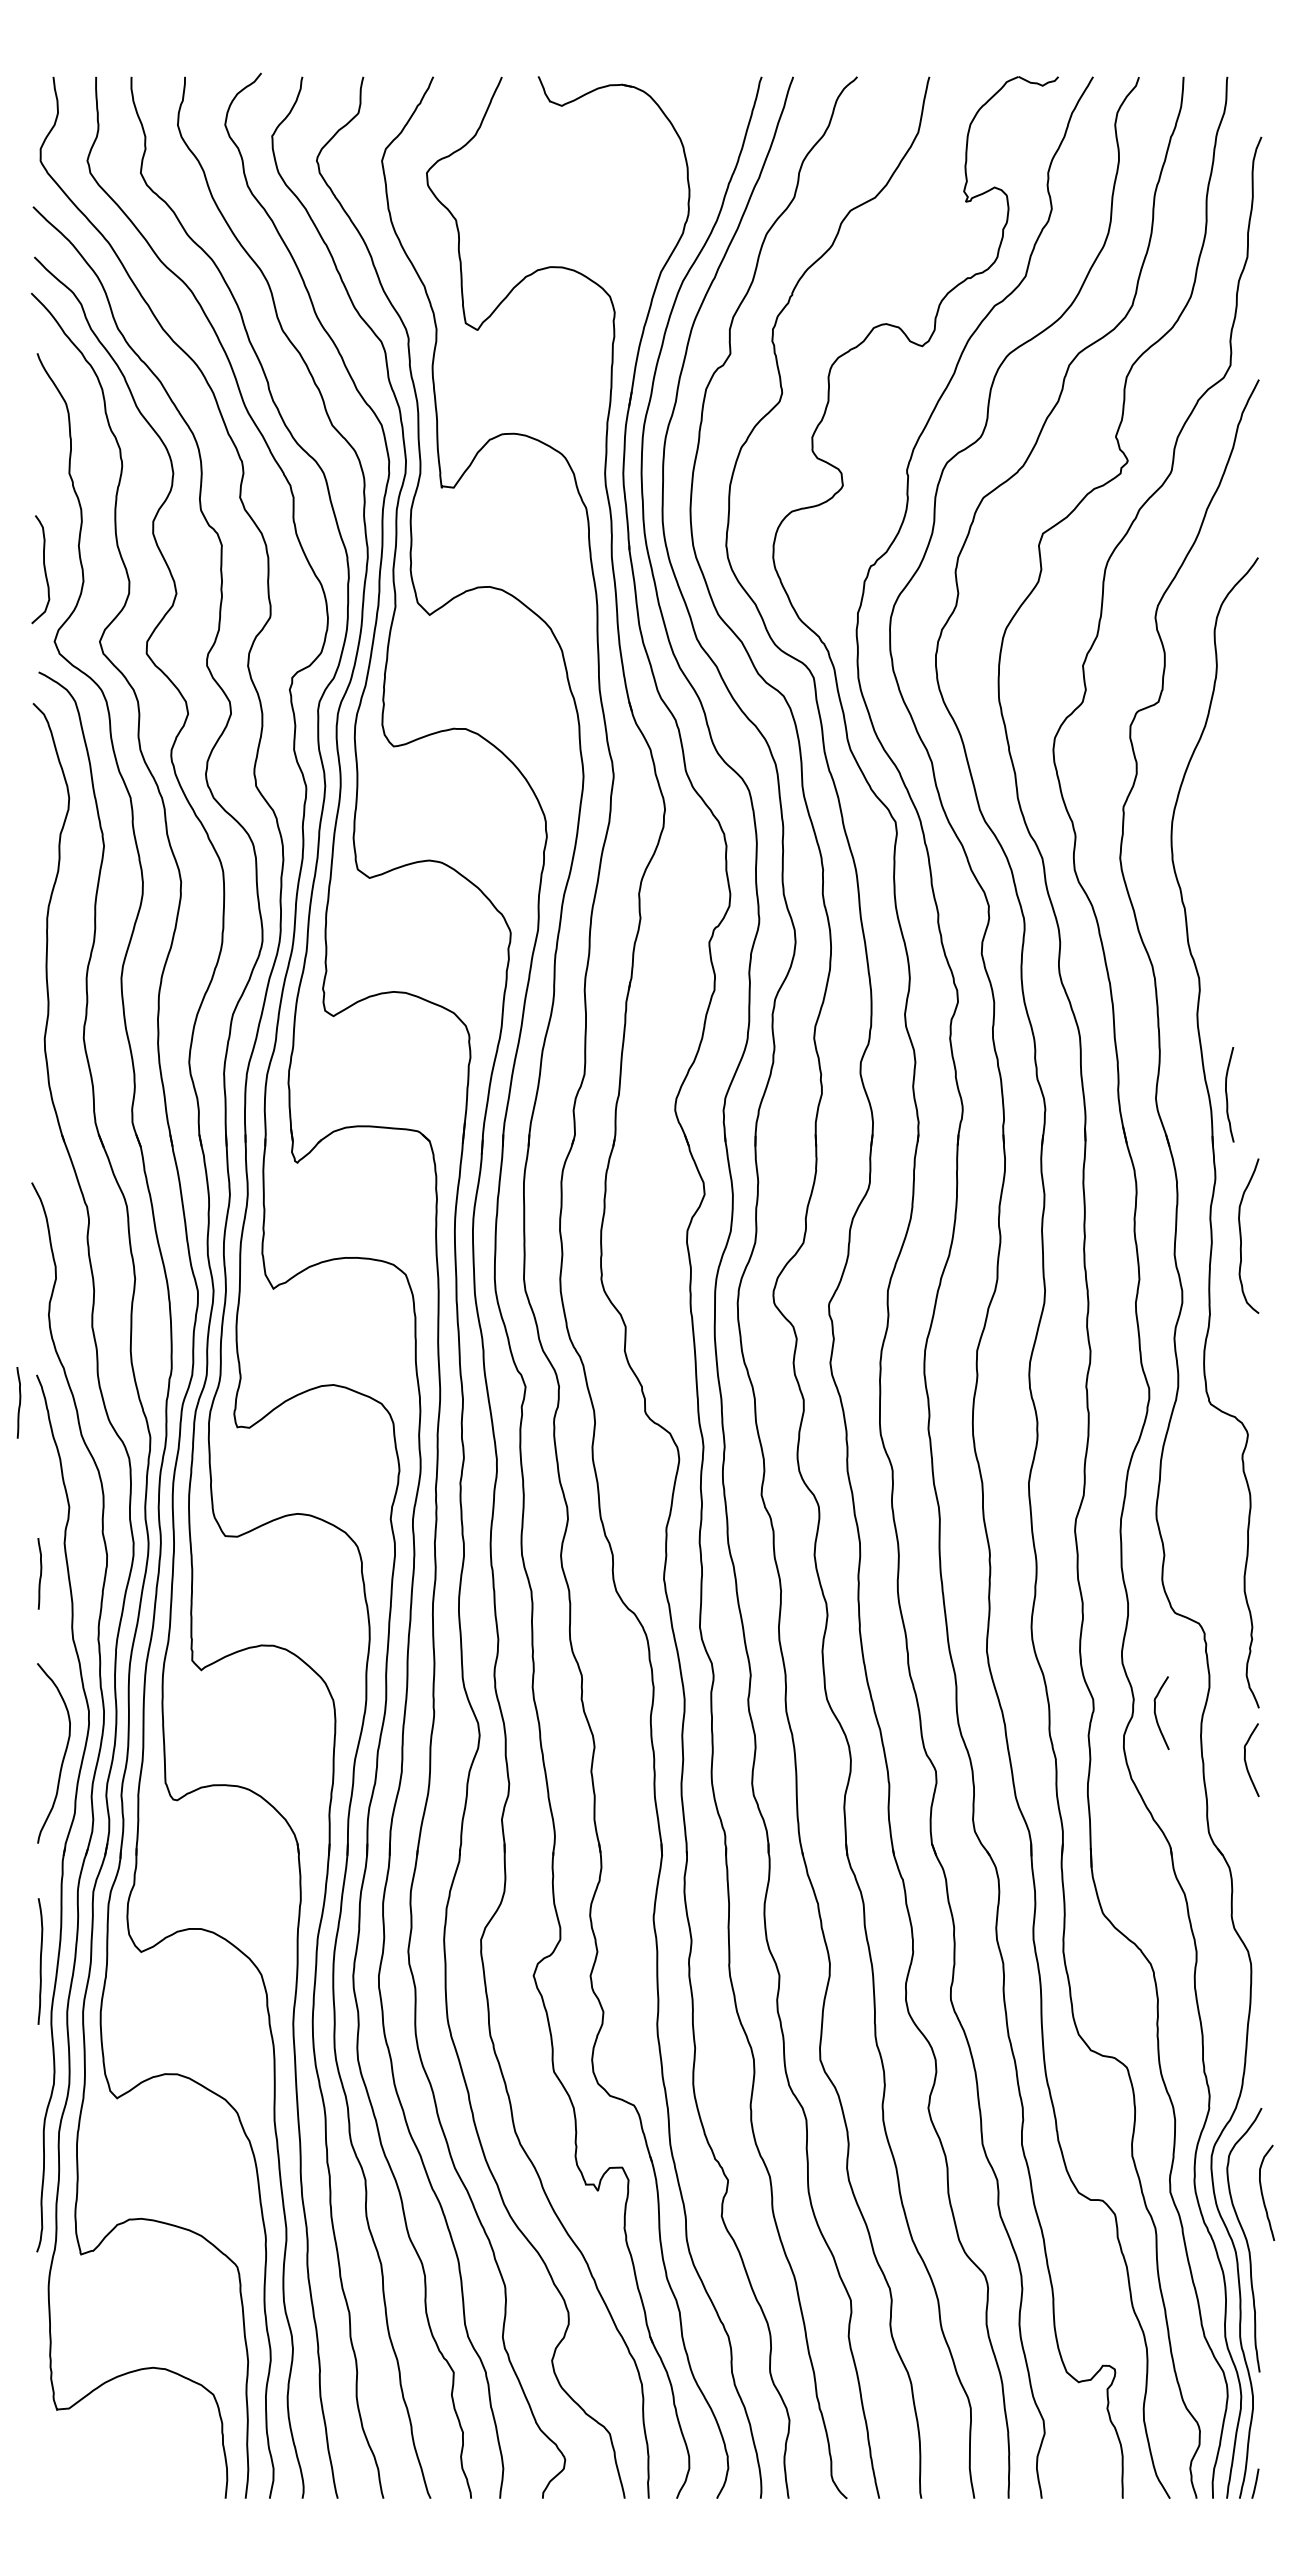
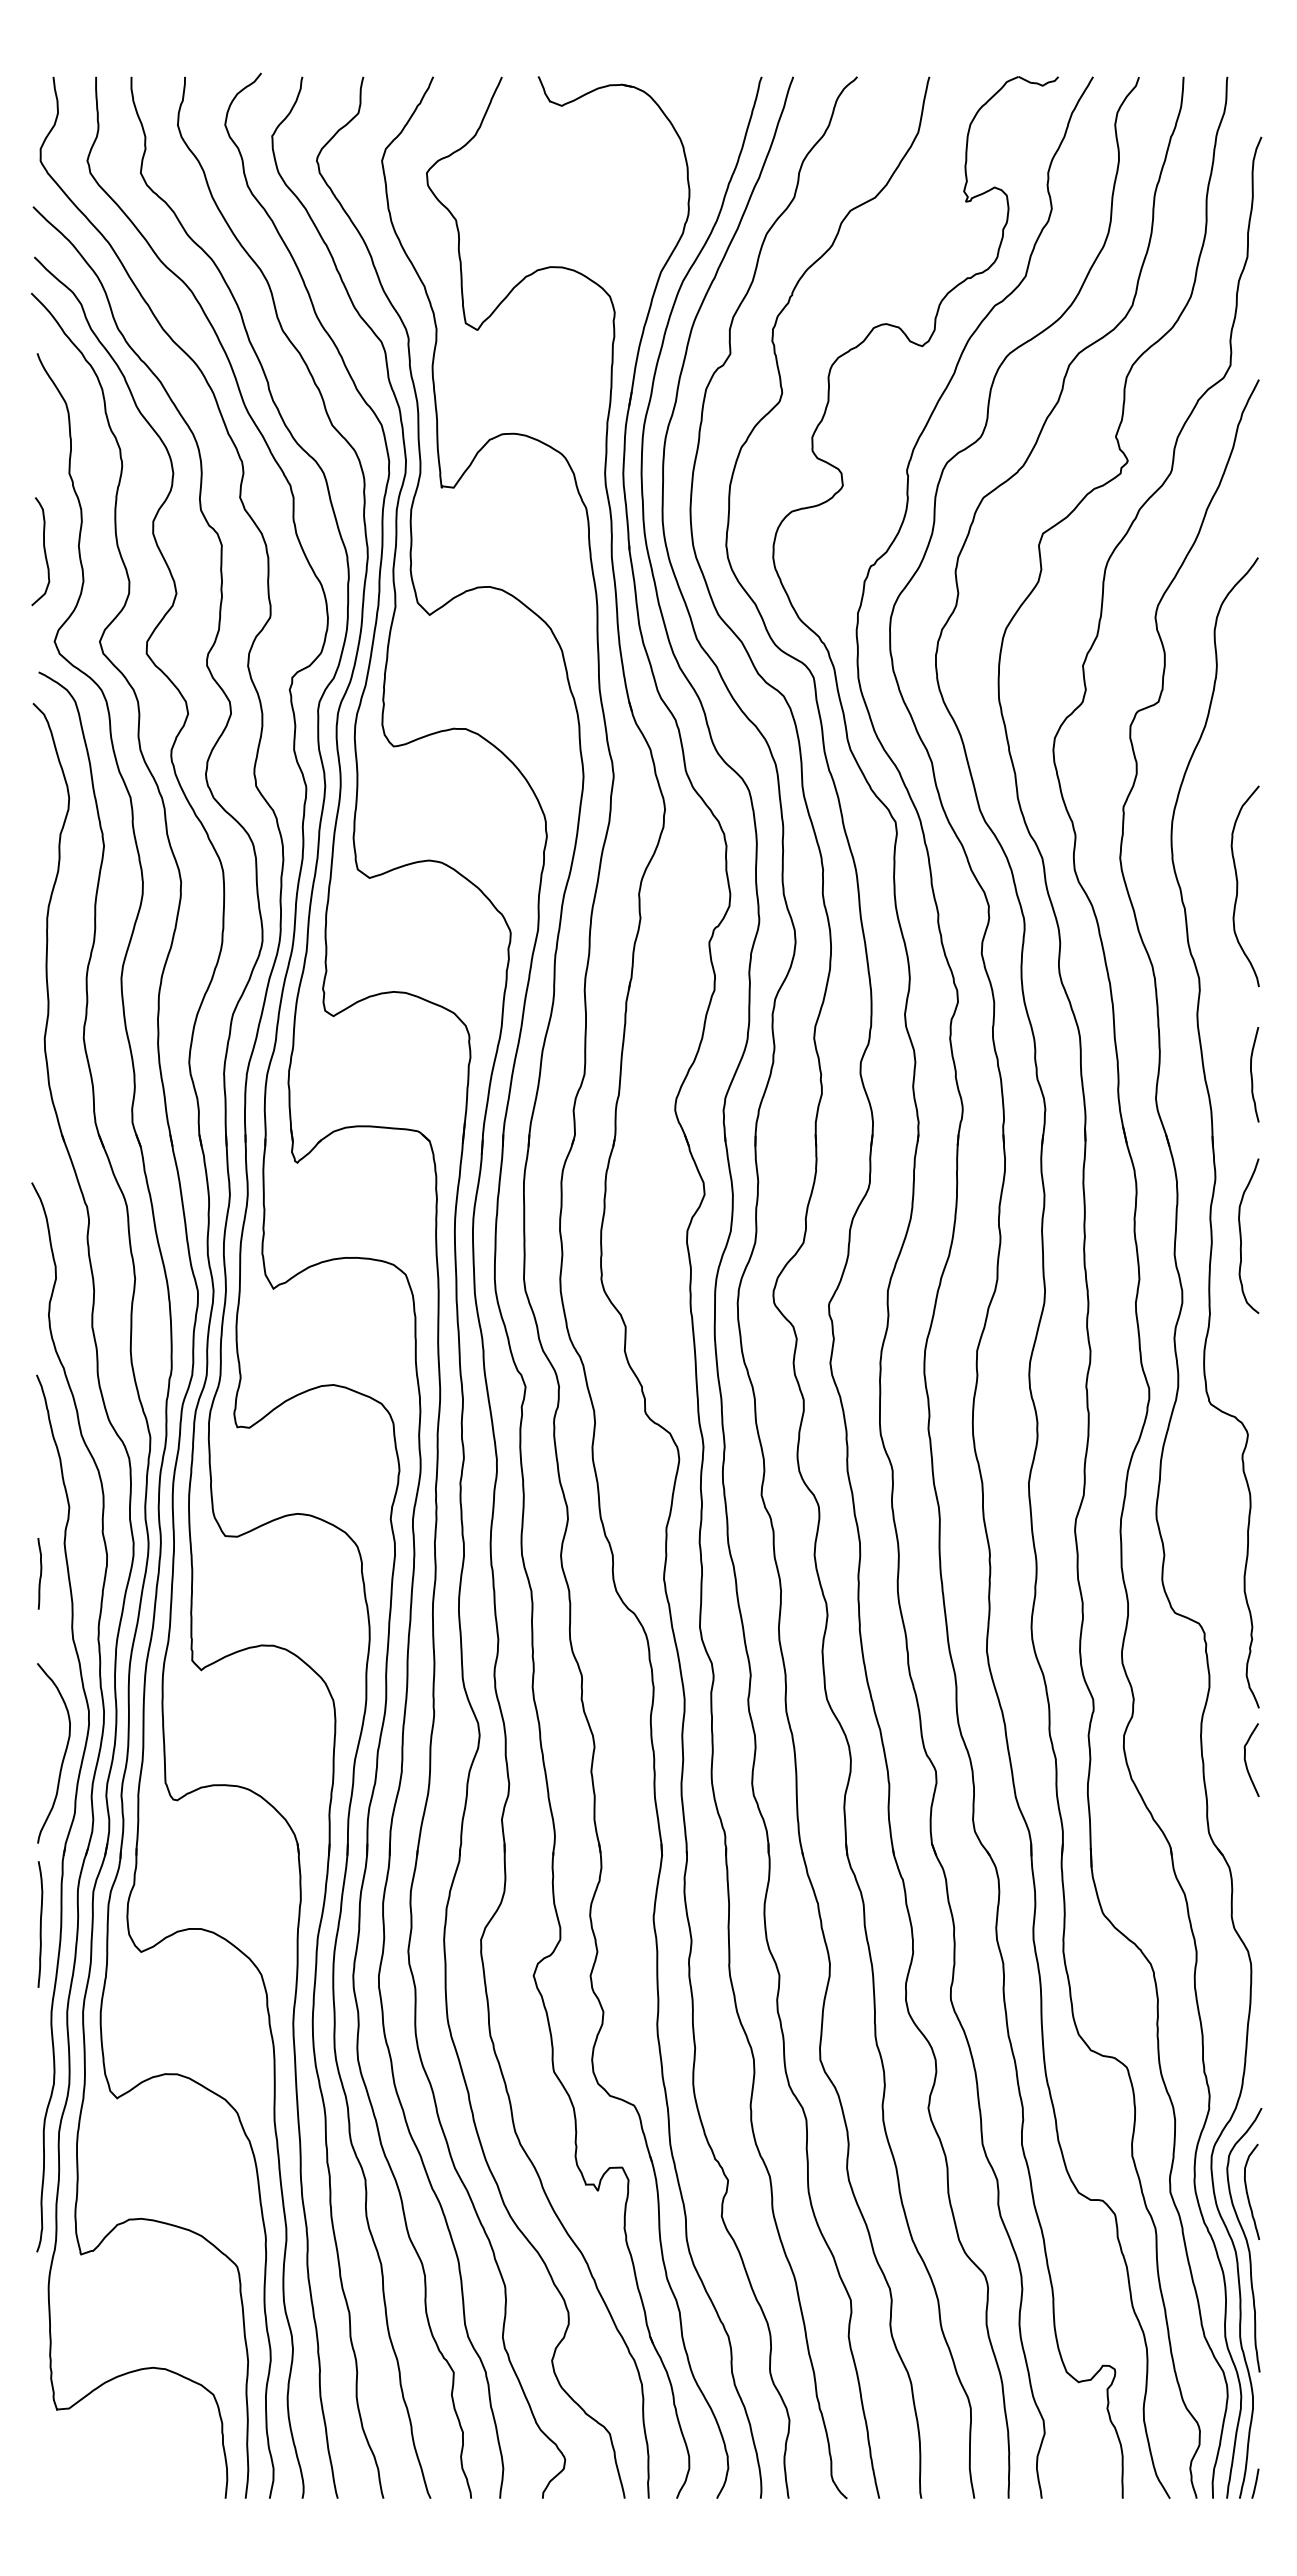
curve at (43, 567) position: (43, 567) -> (43, 549)
curve at (1238, 886): none -> present
curve at (1227, 1094) position: (1227, 1094) -> (1252, 1074)
curve at (19, 1402): present -> none
curve at (1156, 1714): present -> none
curve at (40, 1961) position: (40, 1961) -> (40, 1924)
curve at (1263, 2194) position: (1263, 2194) -> (1248, 2193)
